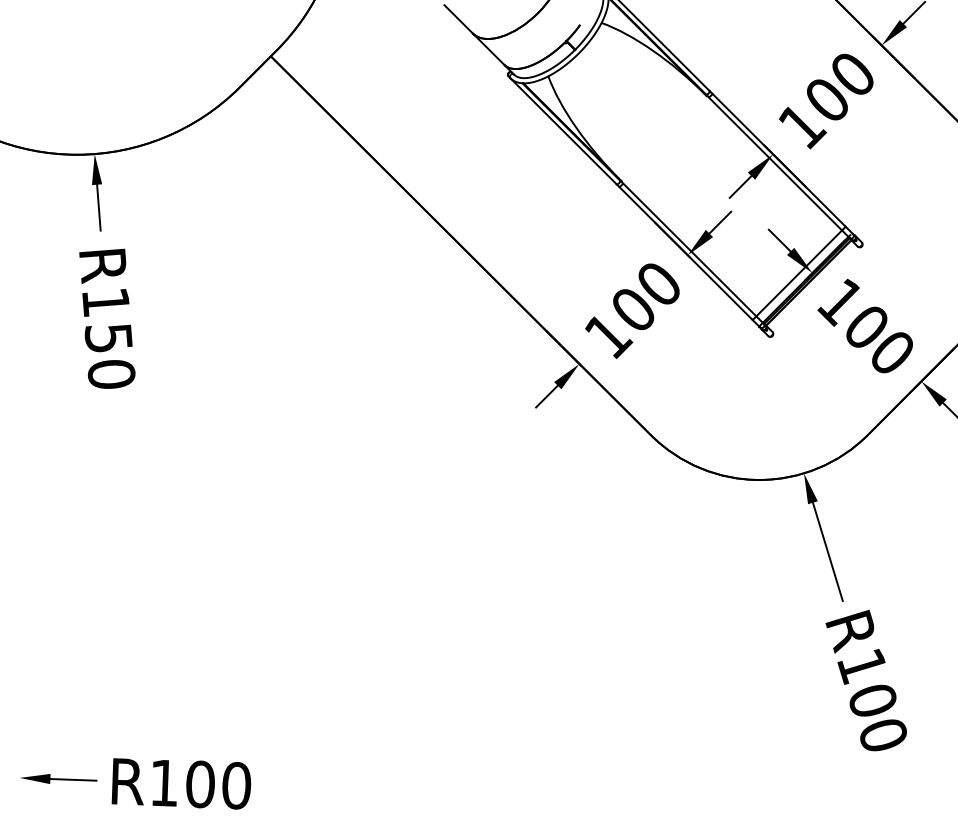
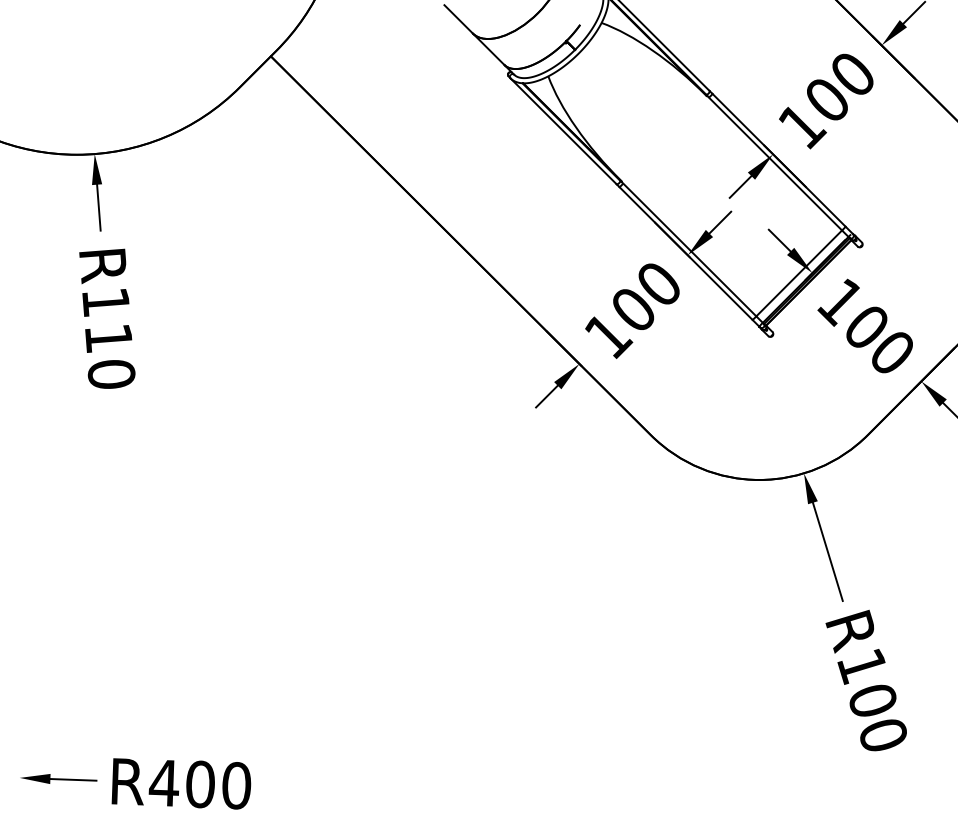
text at (108, 338): R150 -> R110
text at (163, 783): R100 -> R400
